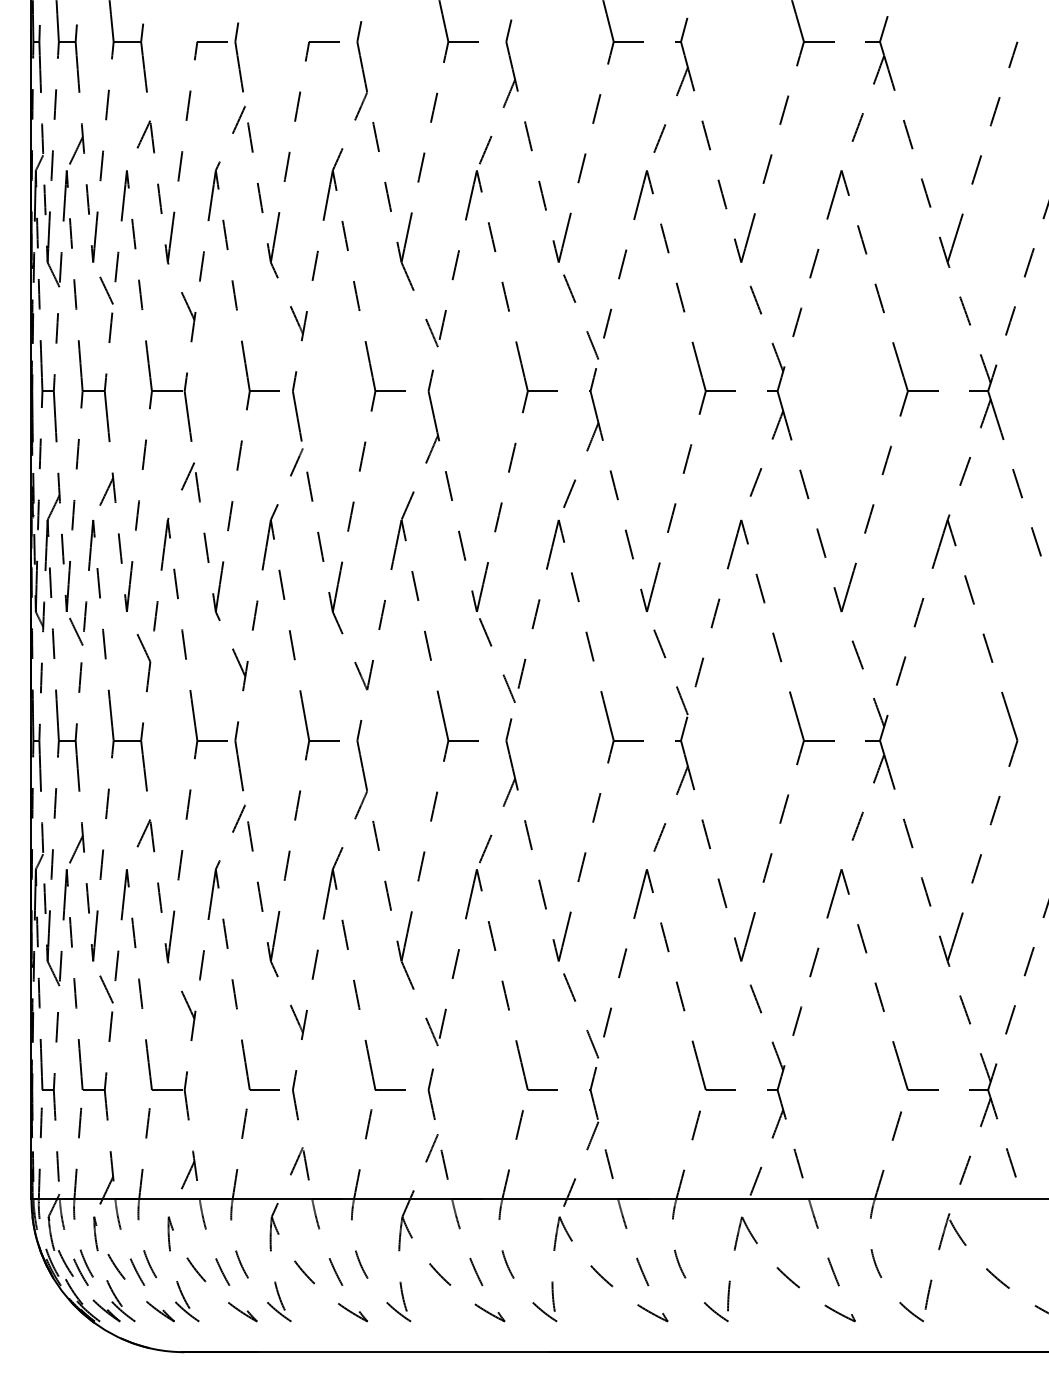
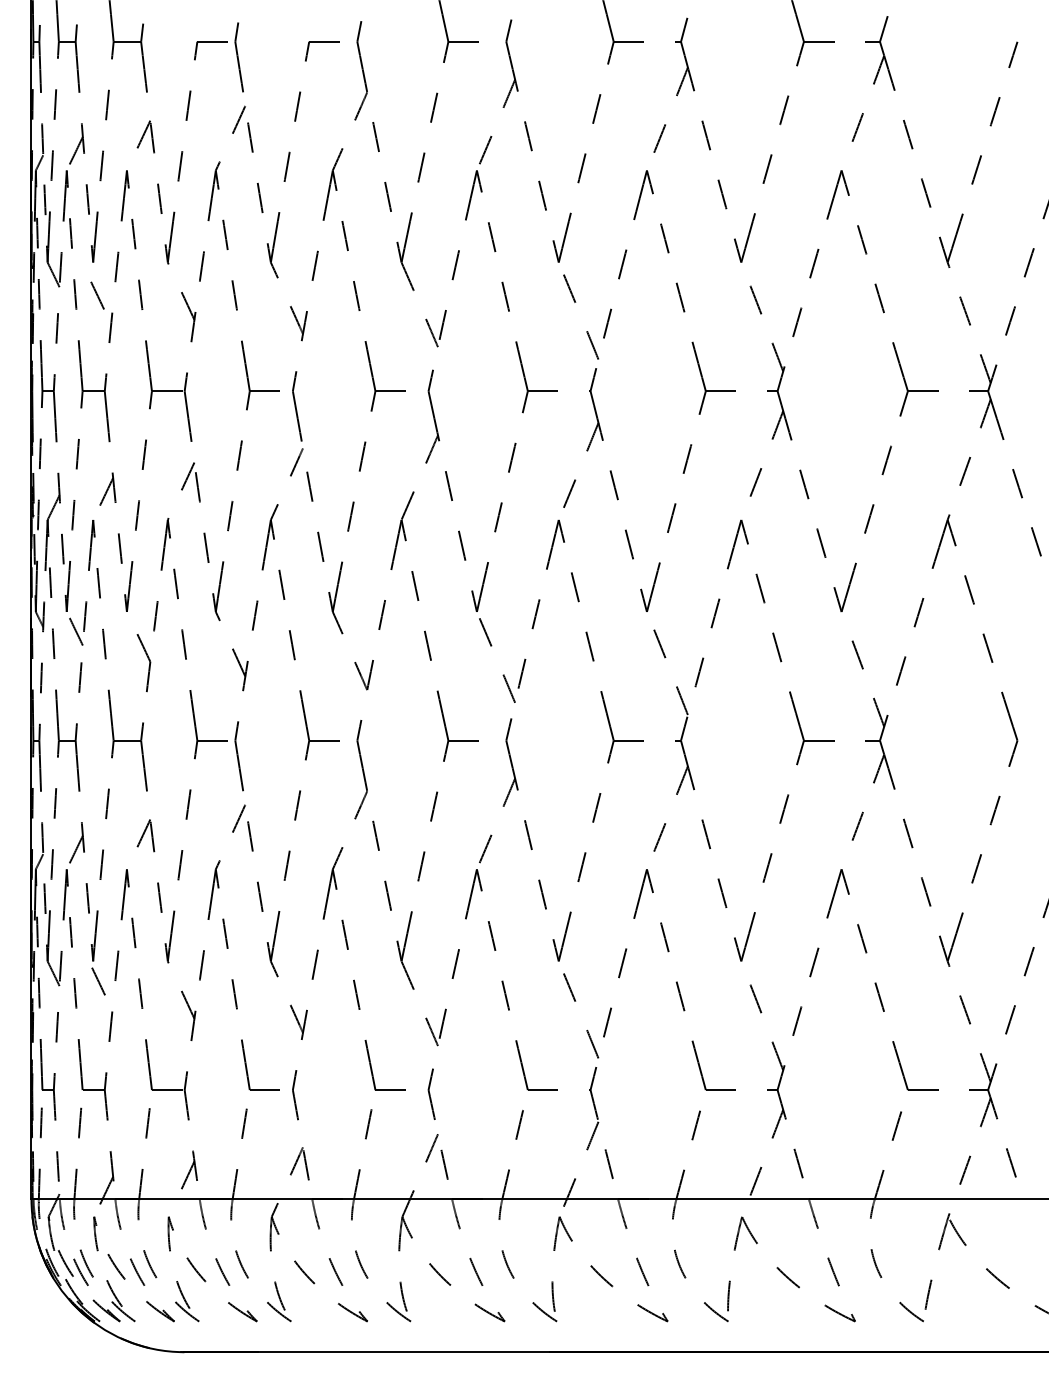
line at (106, 290) position: (106, 290) -> (97, 295)
line at (106, 989) position: (106, 989) -> (98, 981)
